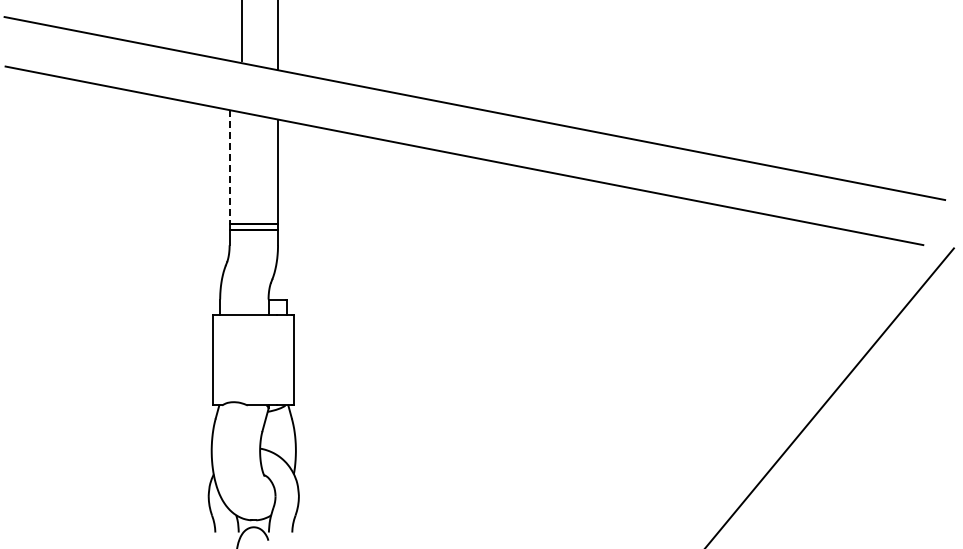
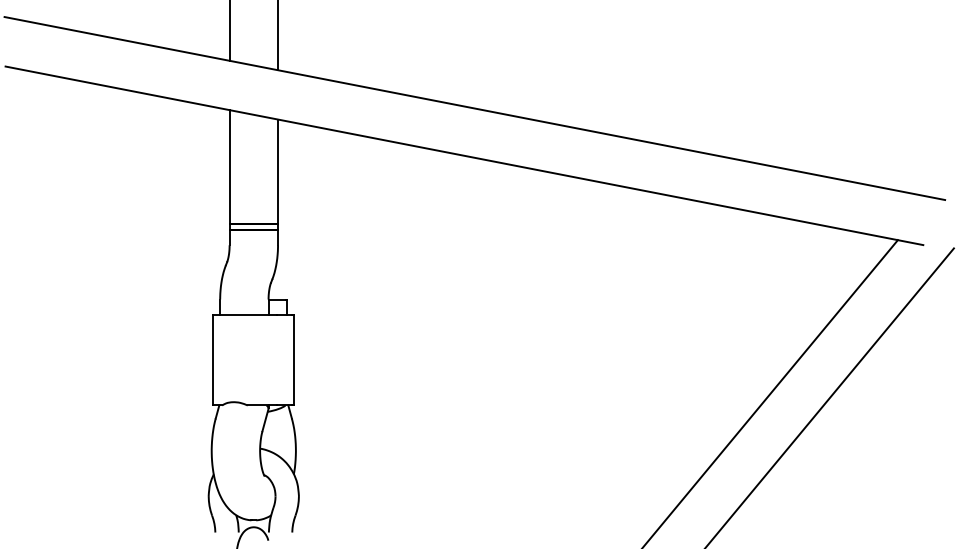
line at (241, 31) position: (241, 31) -> (229, 31)
line at (229, 167): dashed -> solid
line at (770, 392): none -> present
